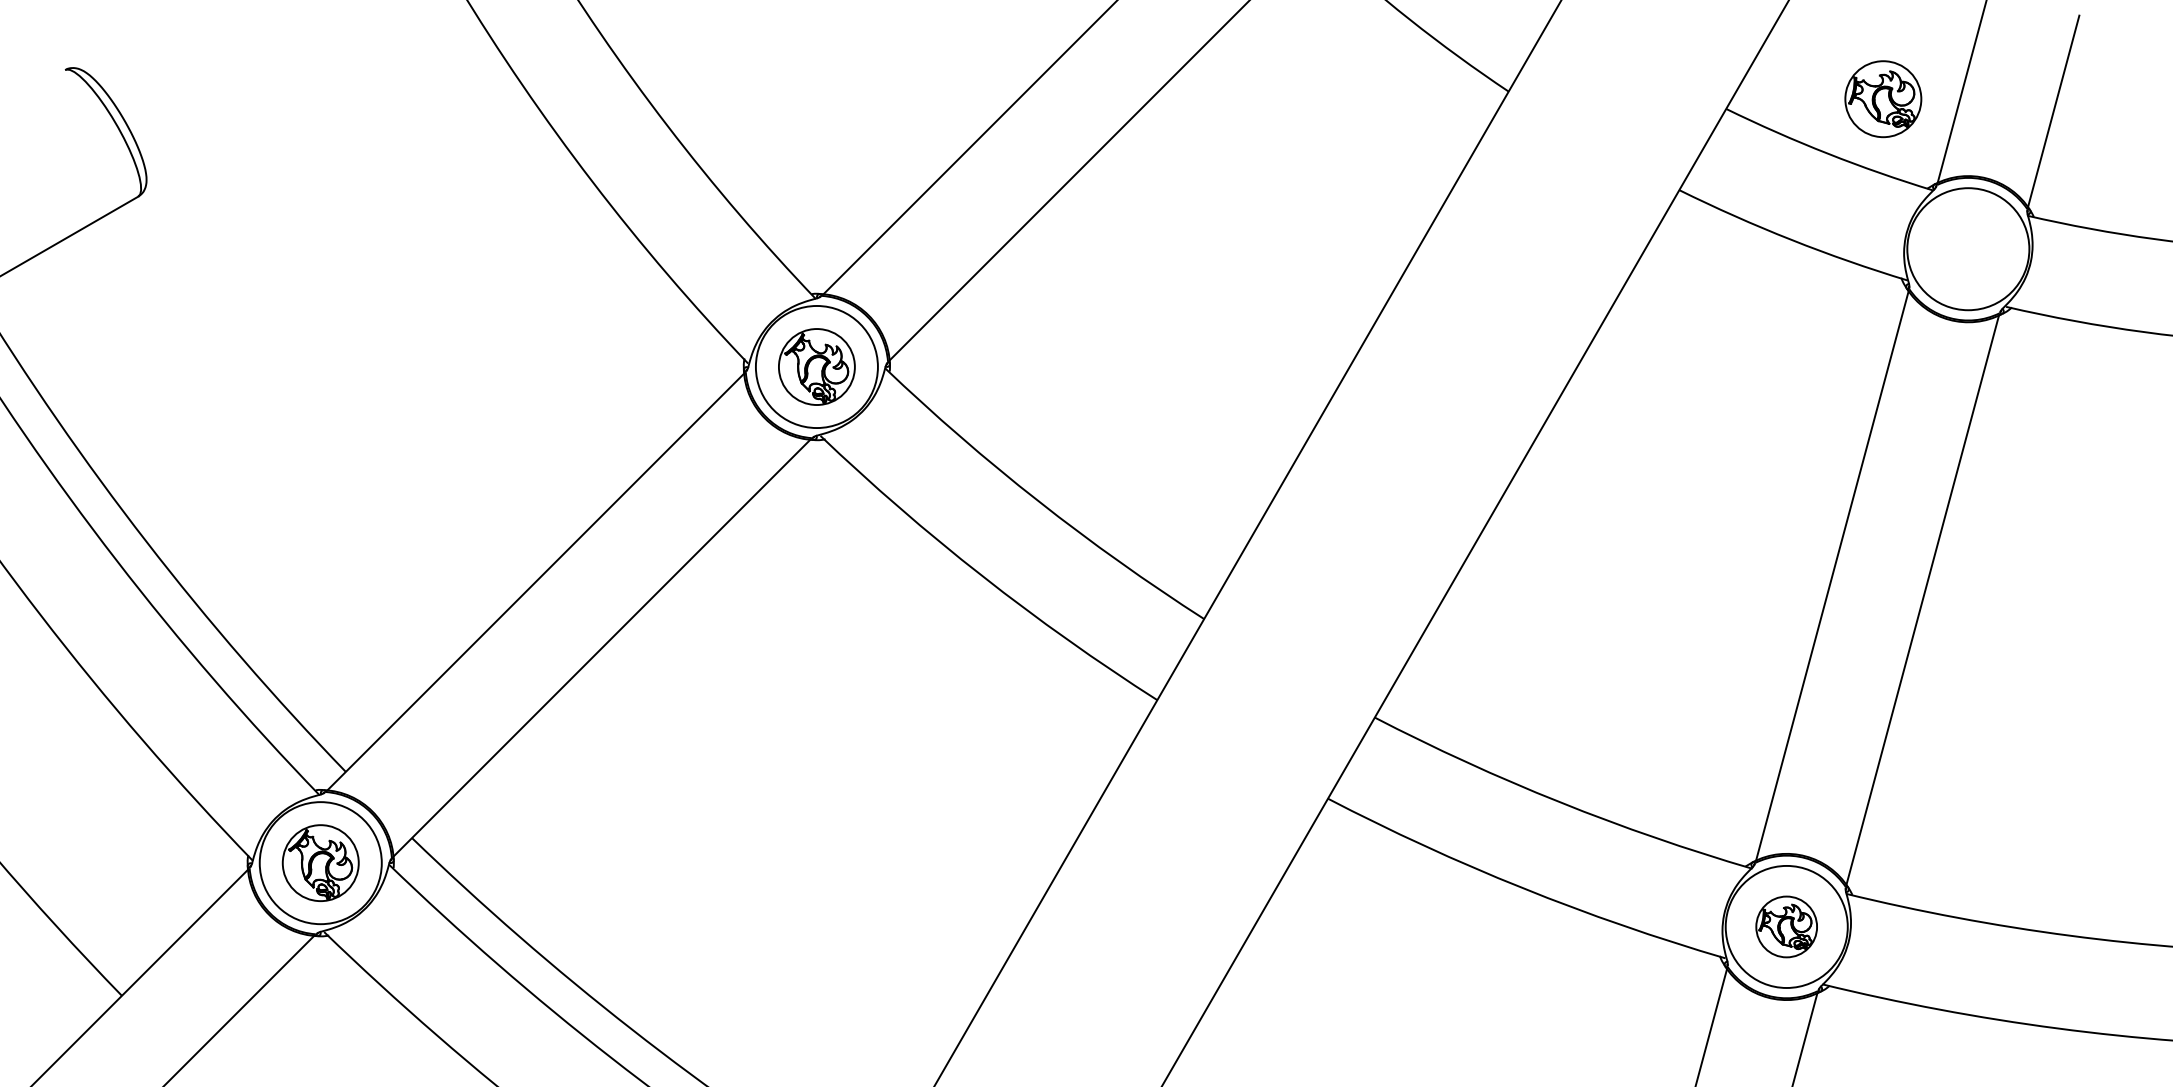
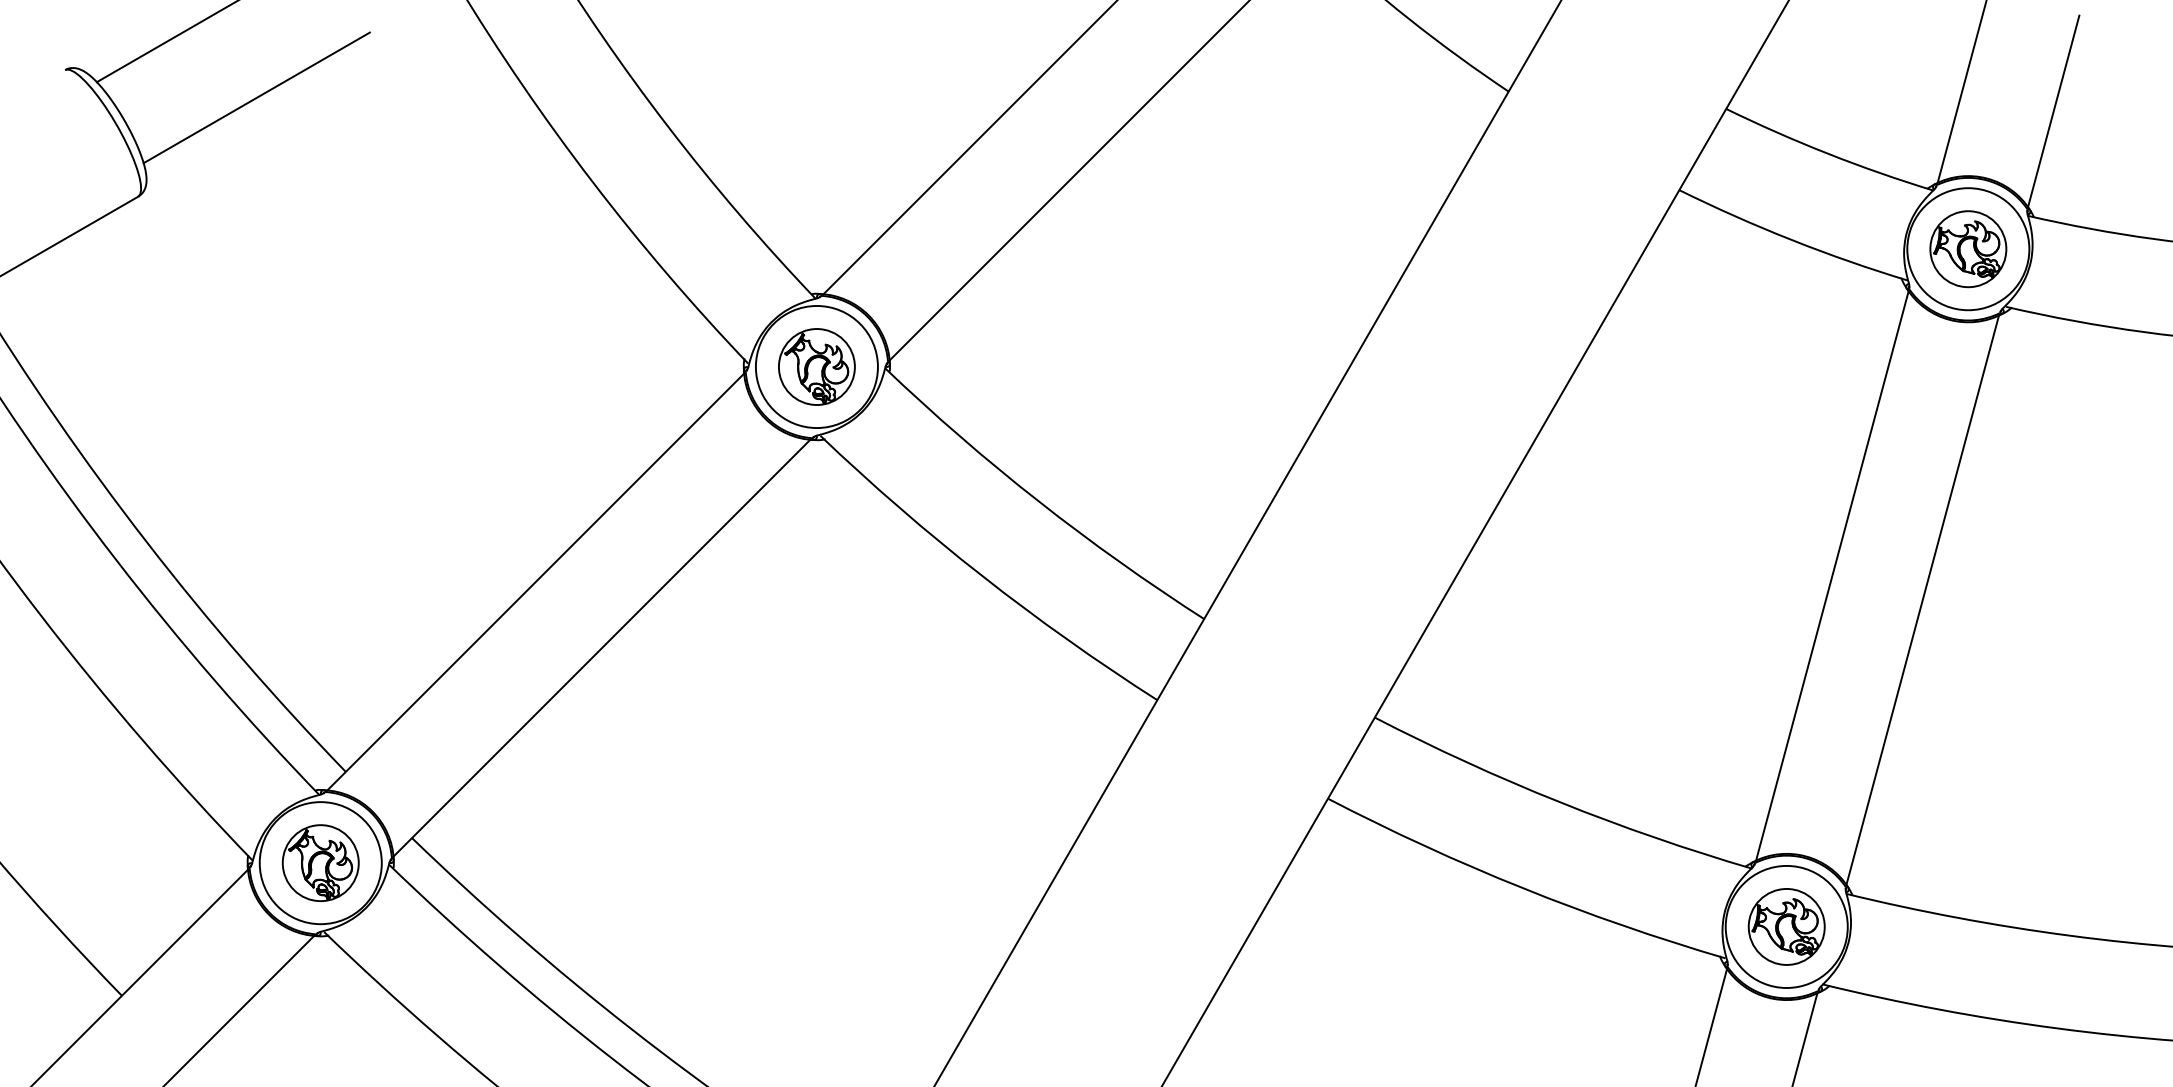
line at (165, 42): none -> present
line at (256, 97): none -> present
part at (1883, 99) position: (1883, 99) -> (1968, 249)
part at (1786, 926) size: 63x64 px -> 79x78 px
